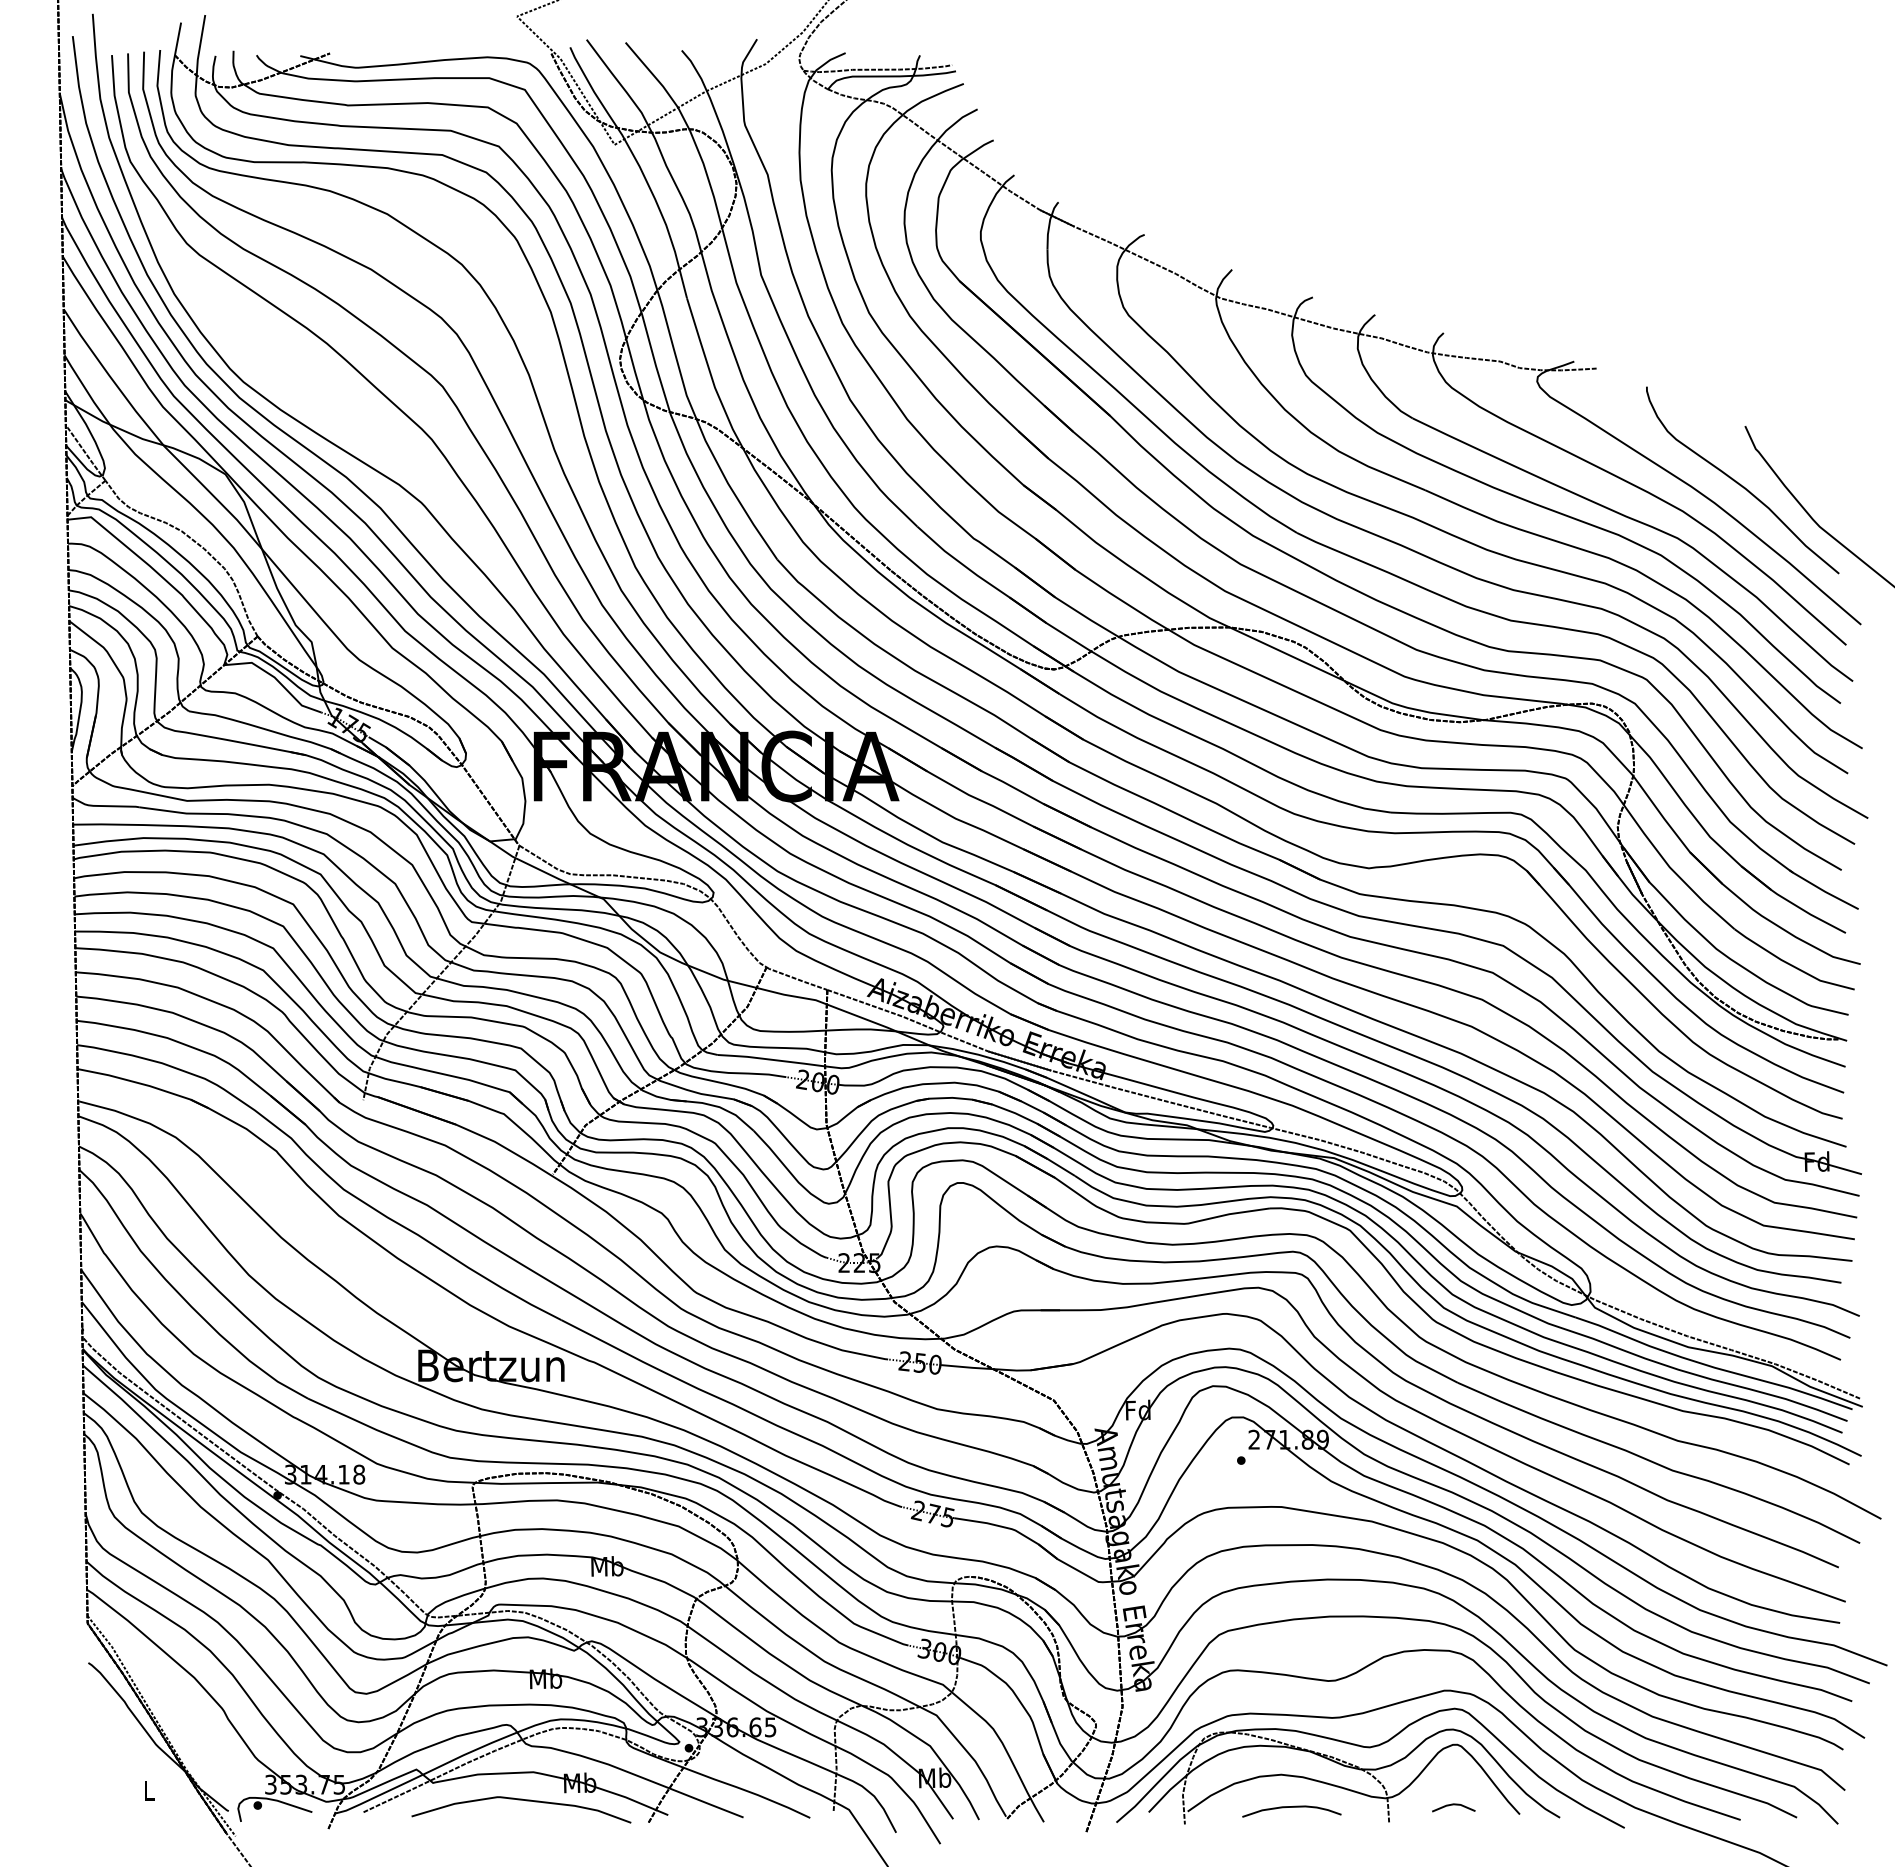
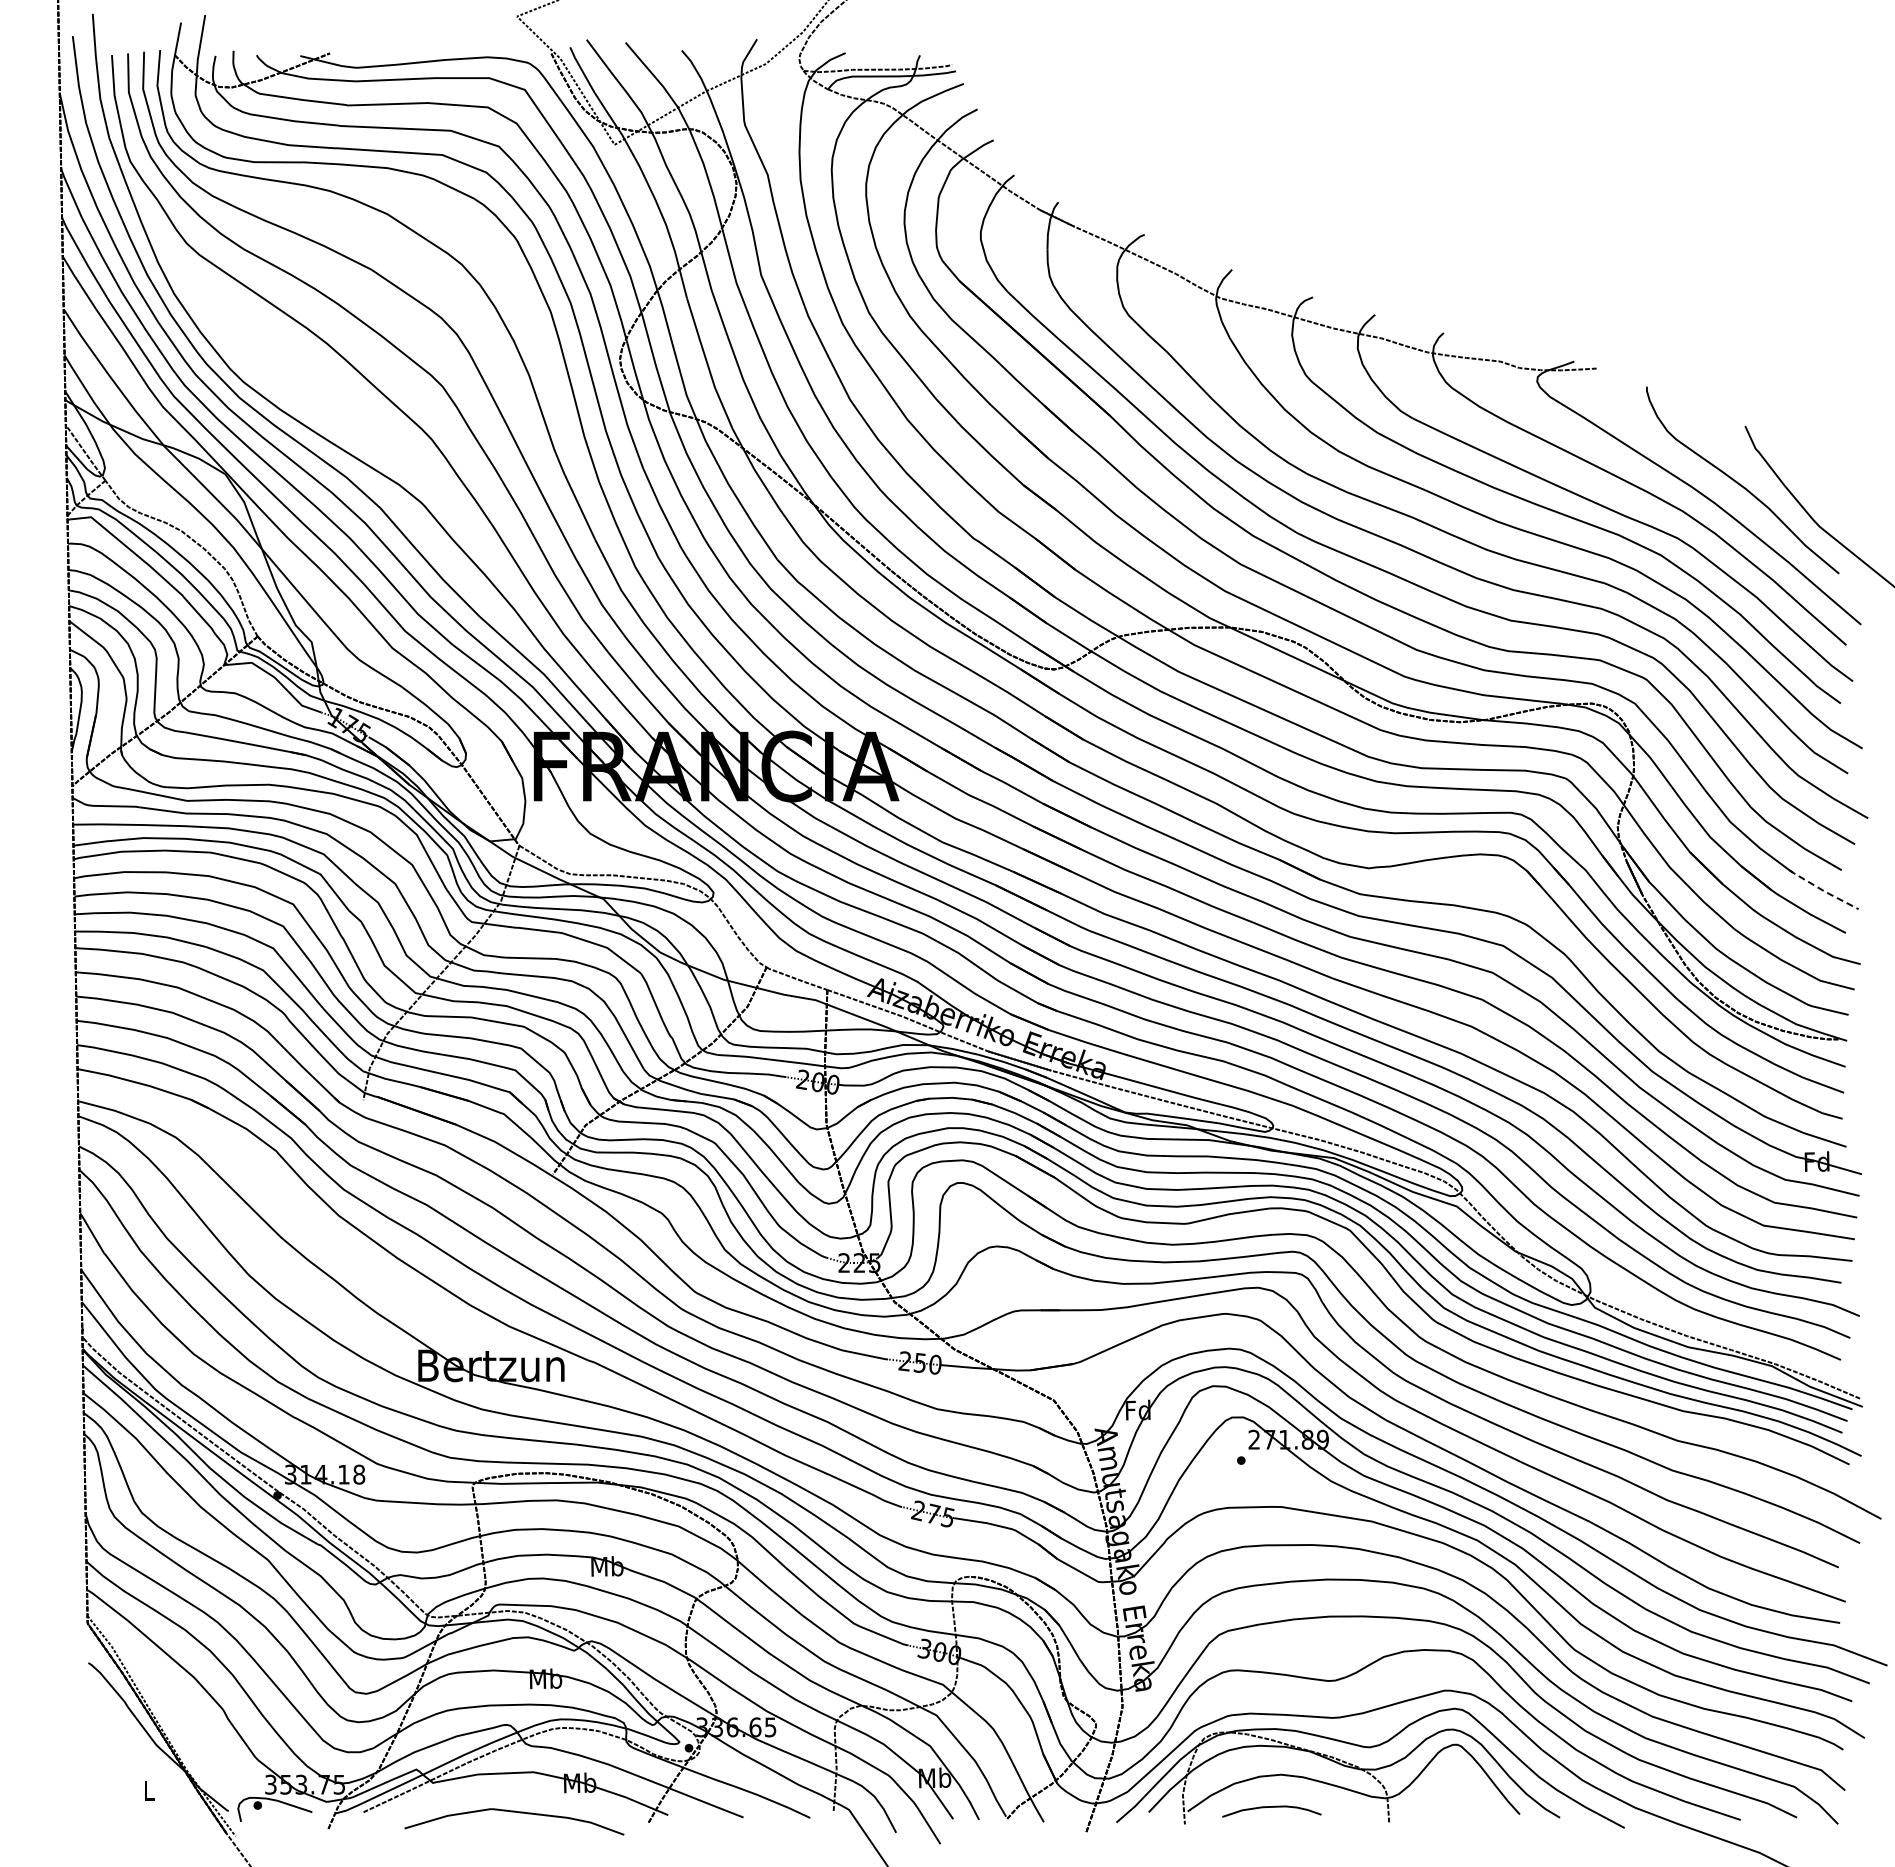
line at (1823, 890): solid -> dashed
curve at (521, 1800) position: (521, 1800) -> (514, 1812)
line at (1453, 1805): present -> none
curve at (1291, 1807) position: (1291, 1807) -> (1271, 1807)
